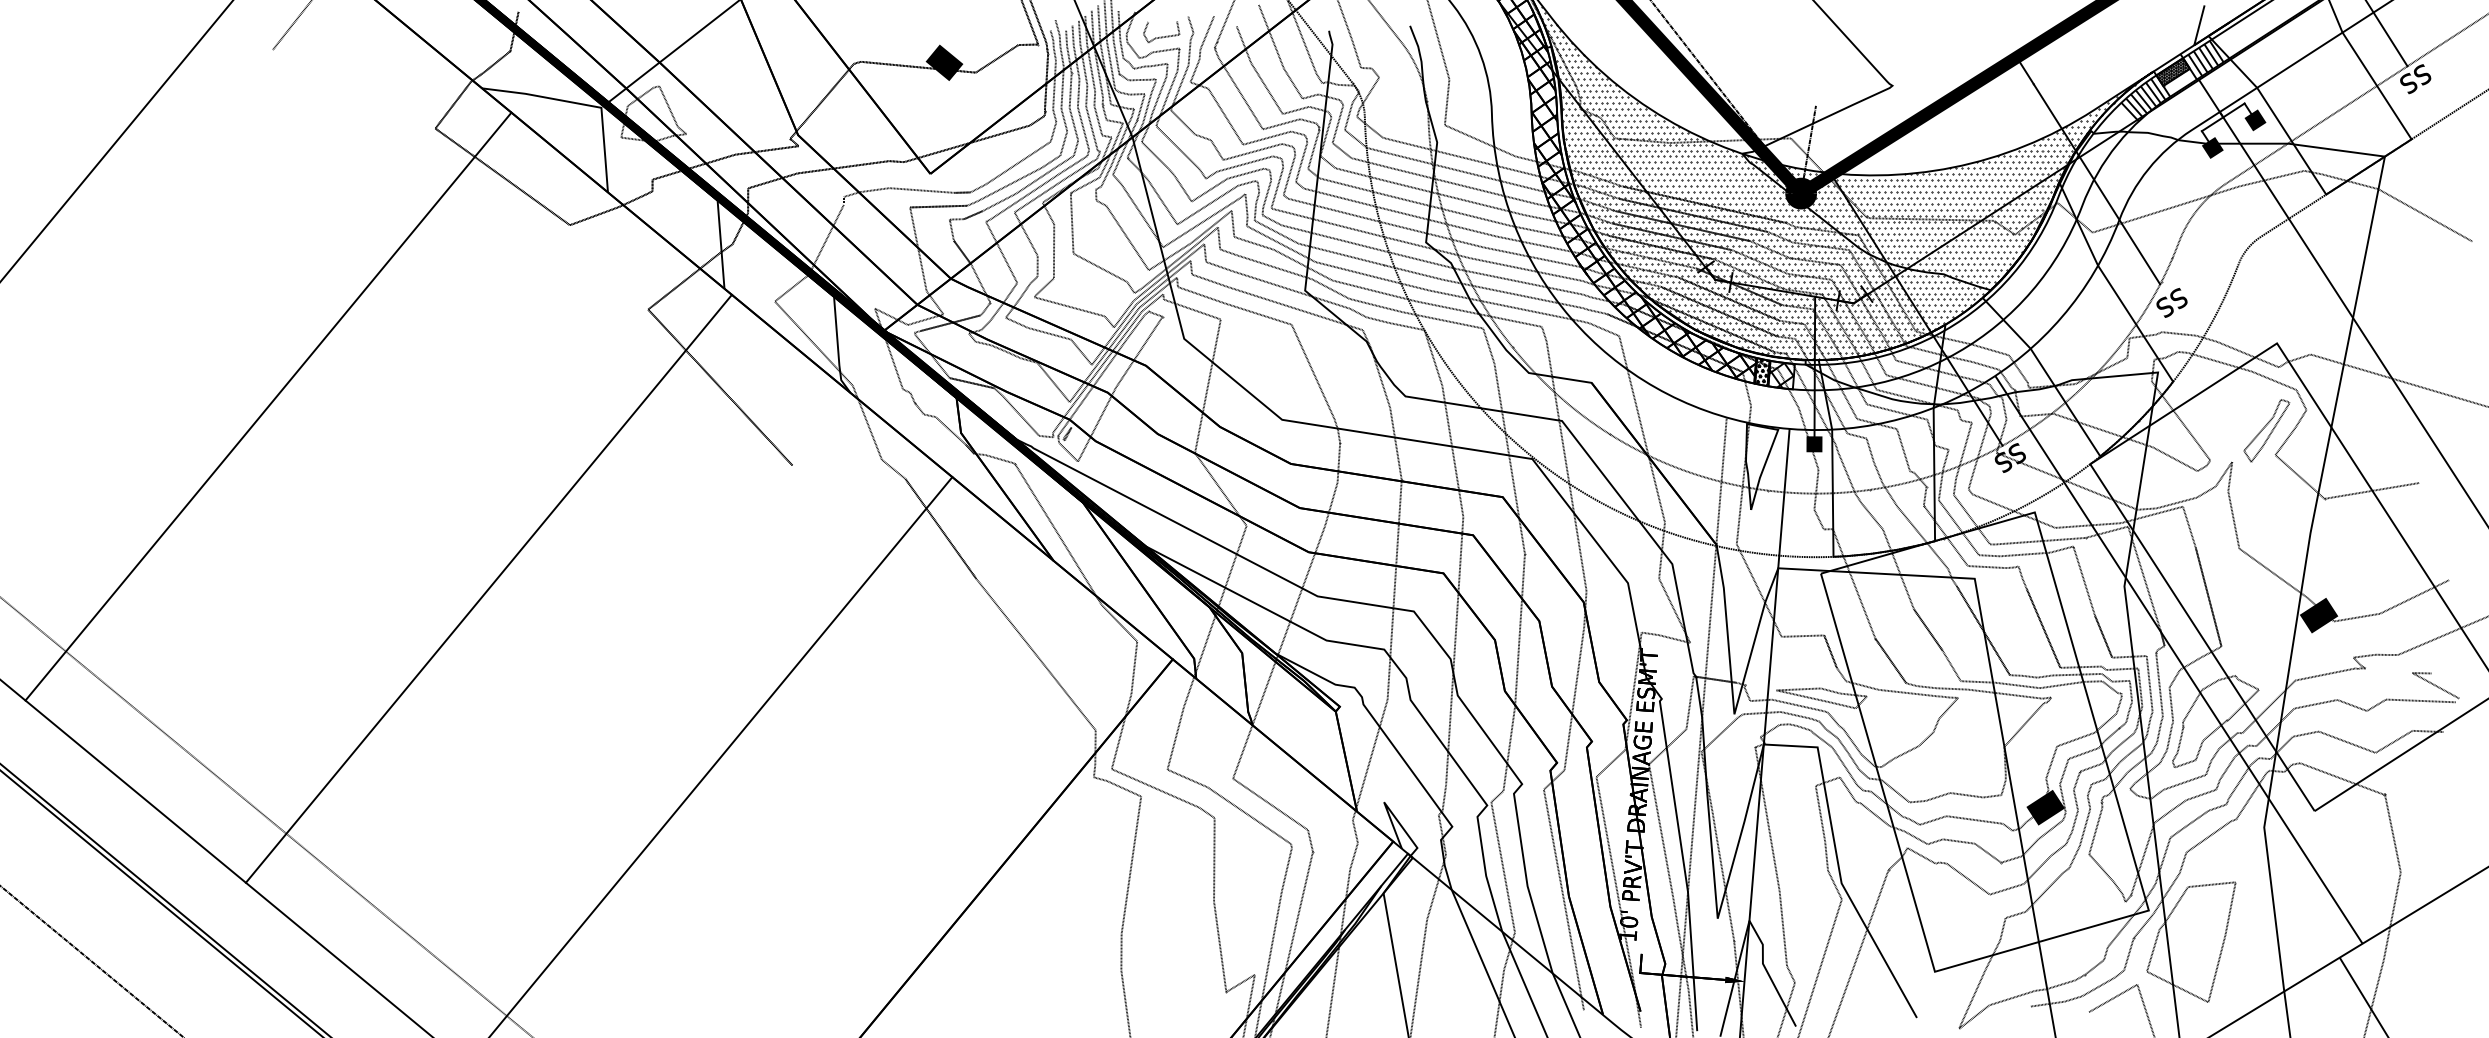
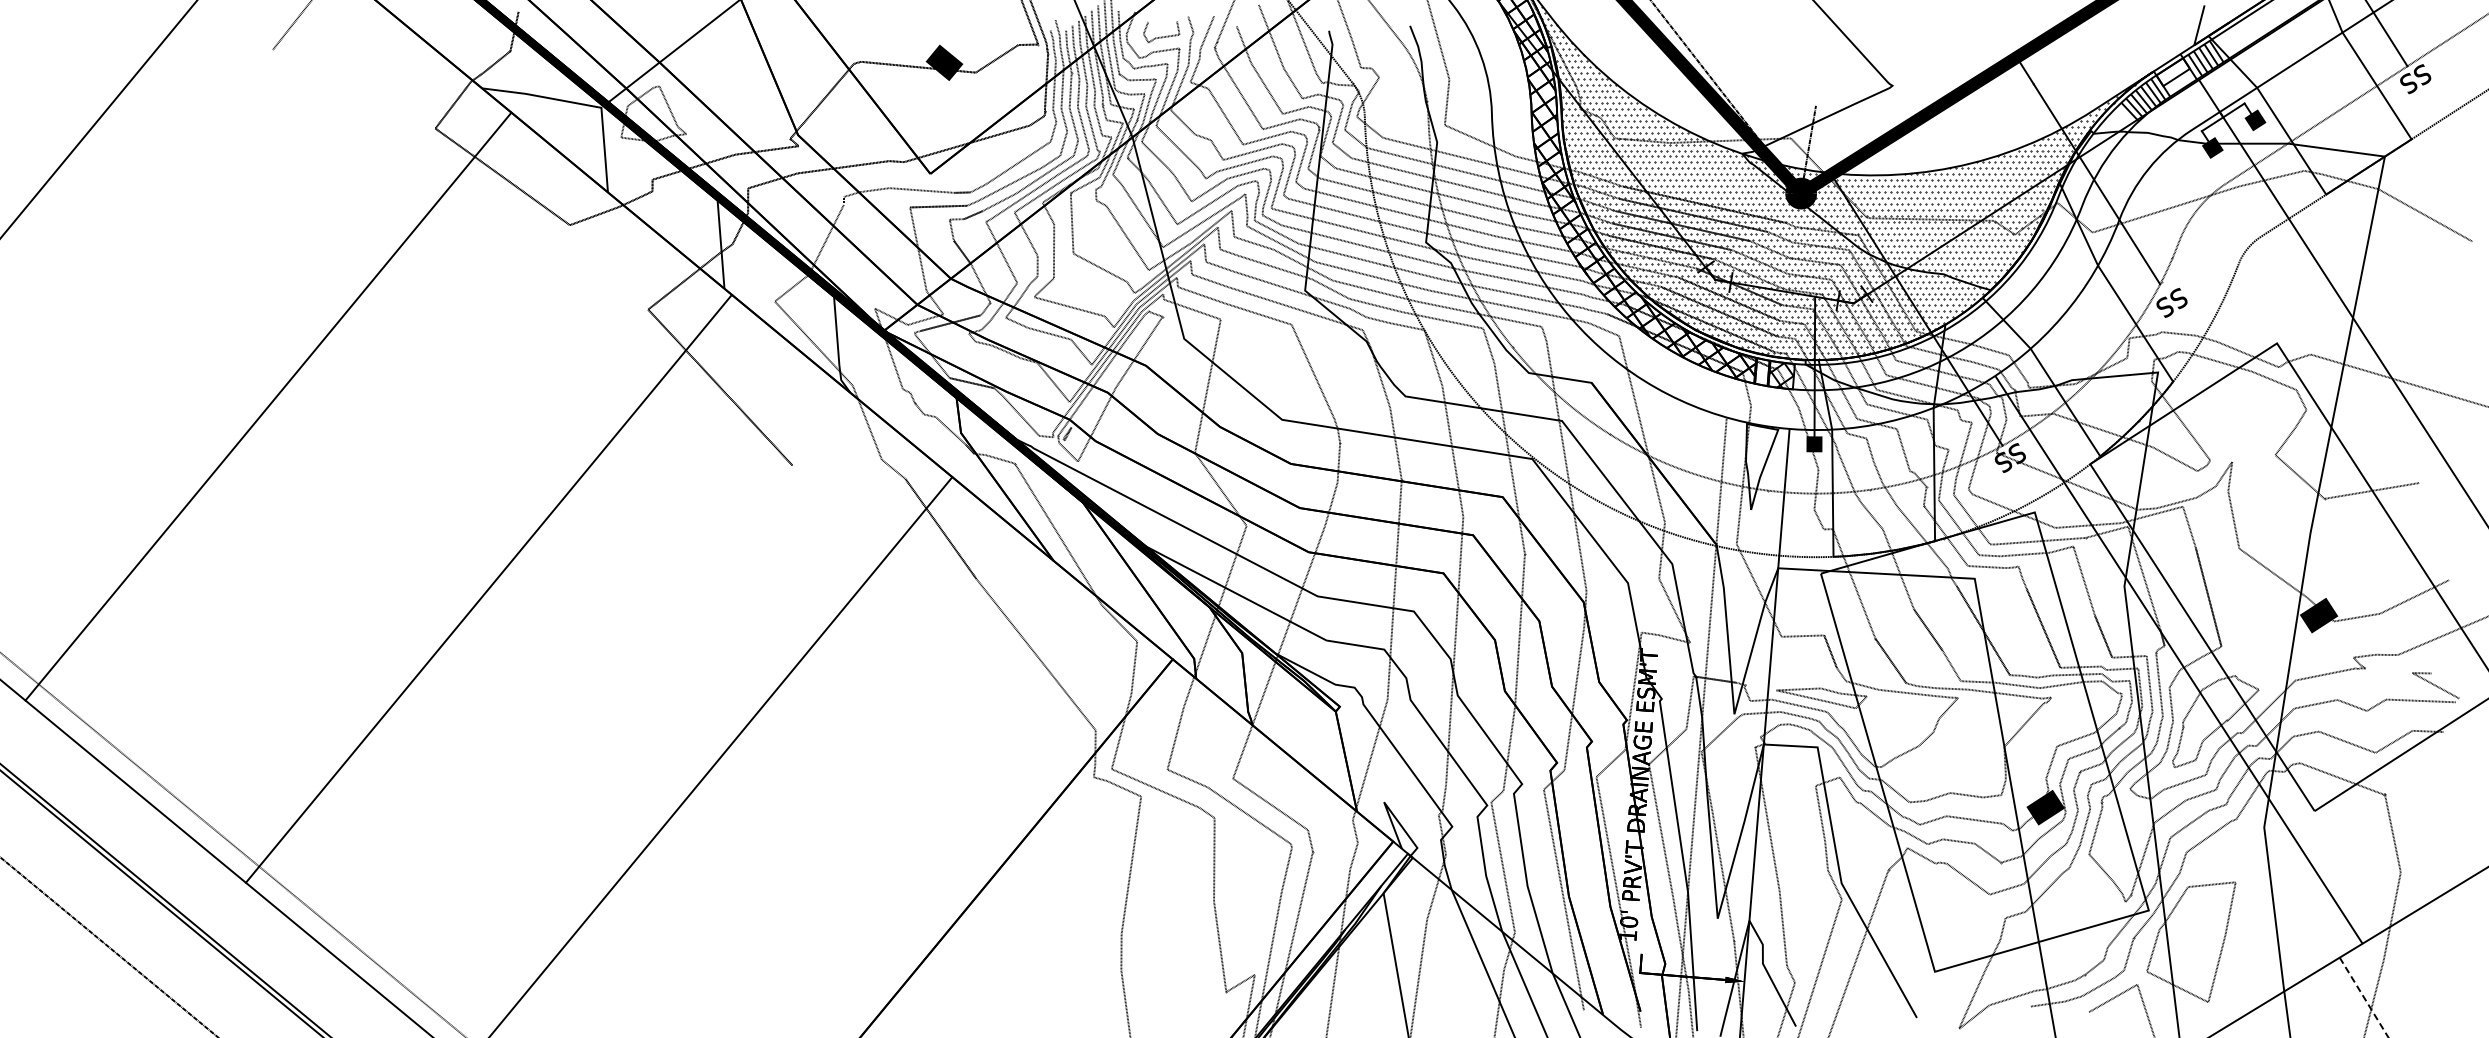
hatch at (2172, 71): present -> none
line at (116, 140) position: (116, 140) -> (98, 119)
hatch at (1762, 372): present -> none
part at (2266, 430): present -> none
line at (265, 816) position: (265, 816) -> (232, 844)
line at (91, 960) position: (91, 960) -> (108, 946)
line at (2364, 997): solid -> dashed
